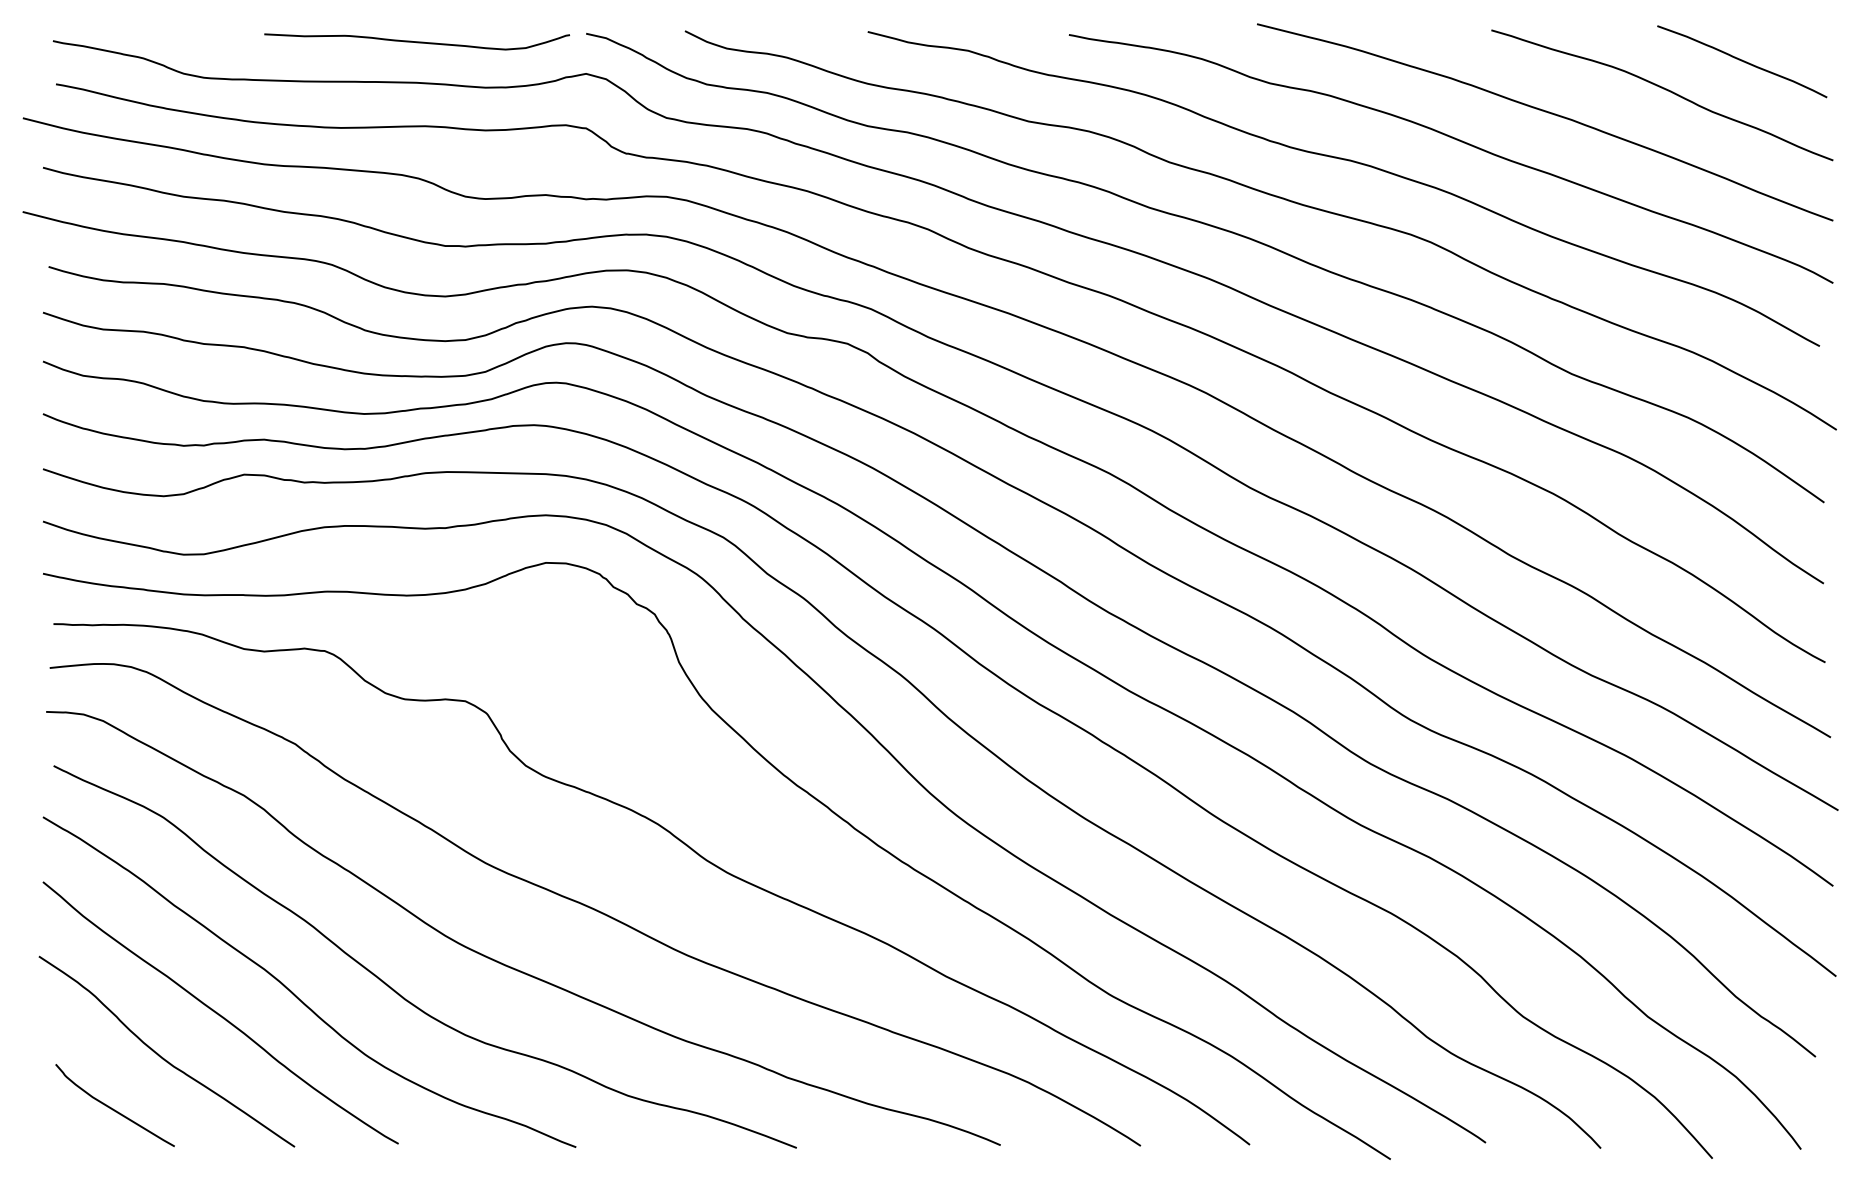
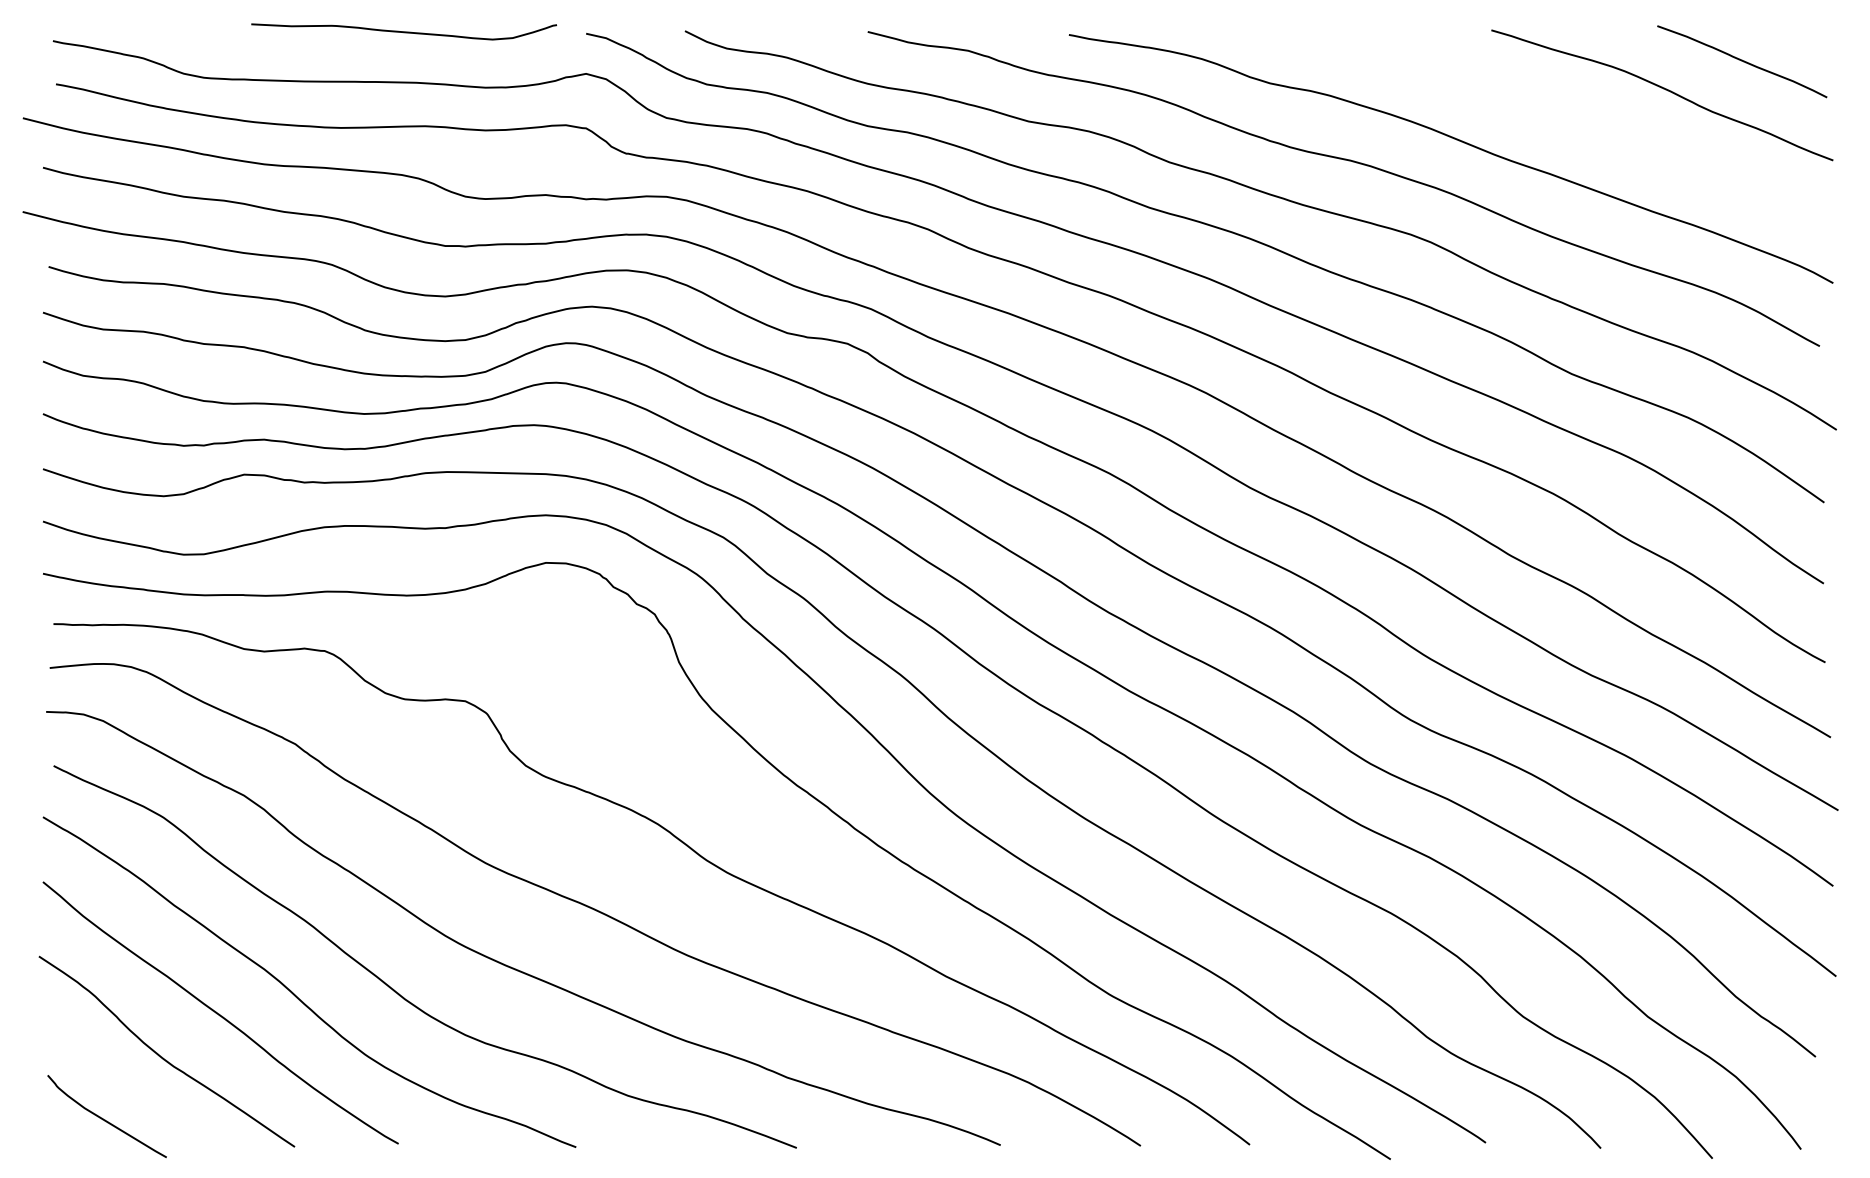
curve at (416, 41) position: (416, 41) -> (403, 31)
curve at (1548, 113): present -> none
curve at (113, 1108) position: (113, 1108) -> (105, 1119)
